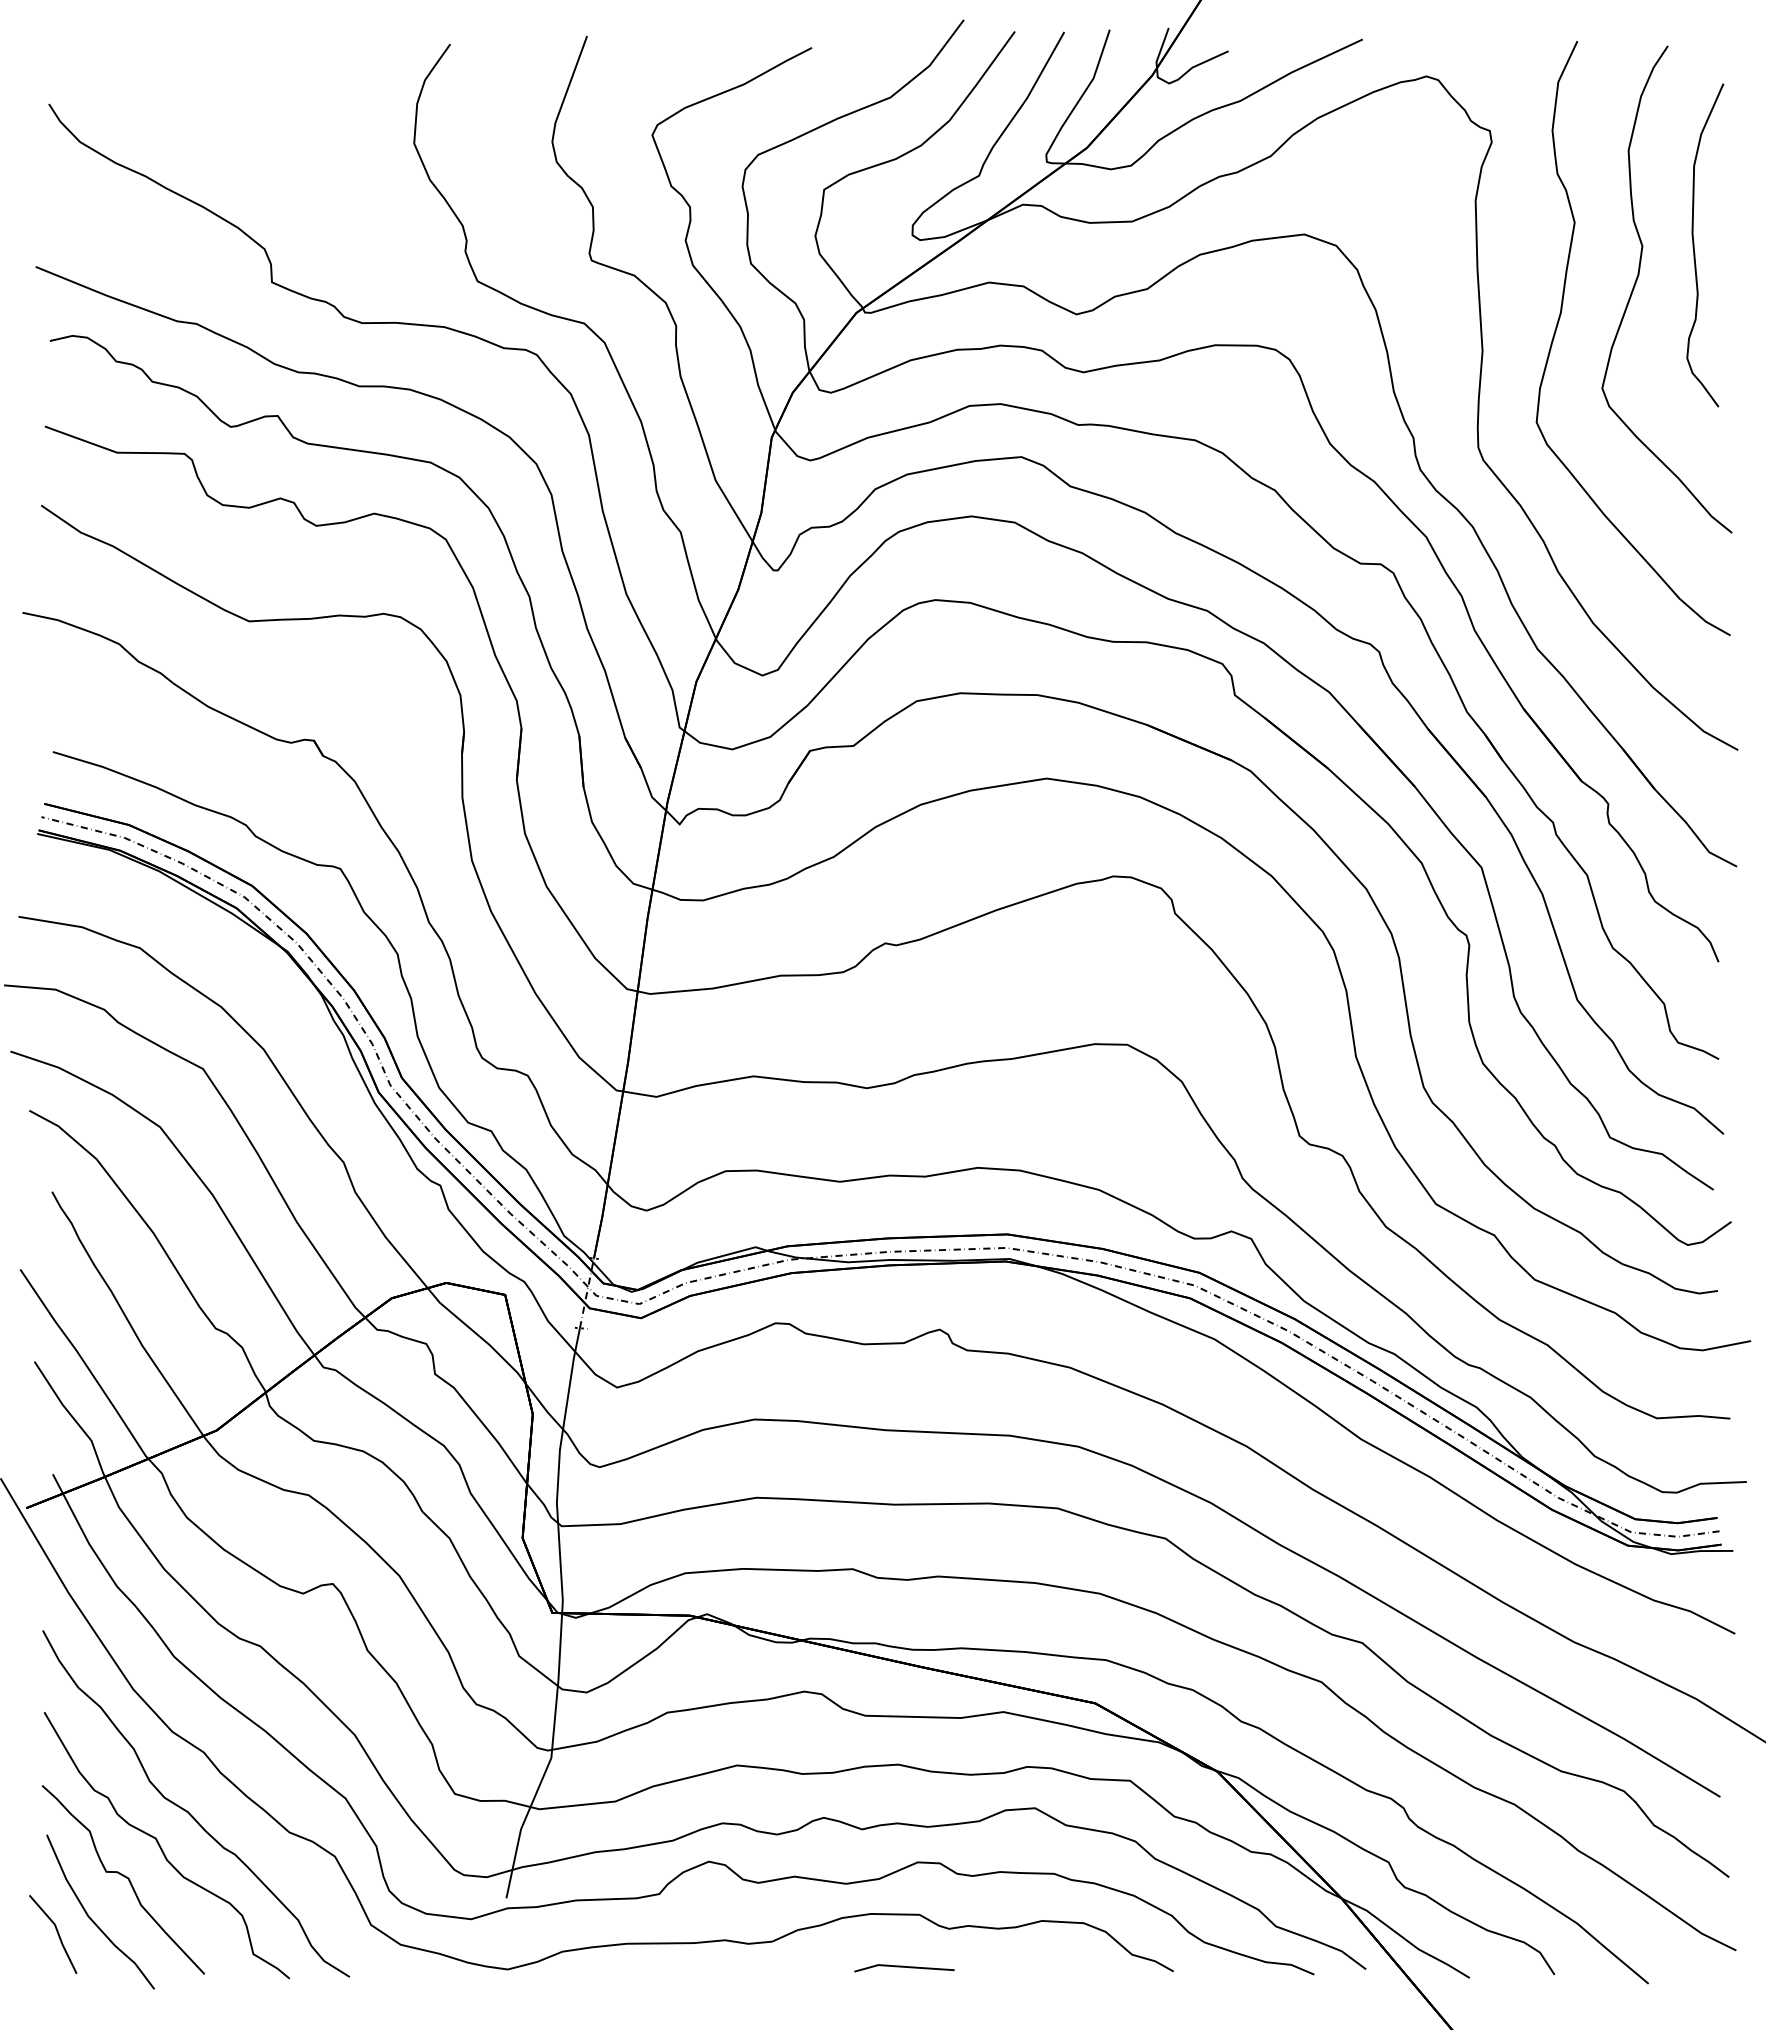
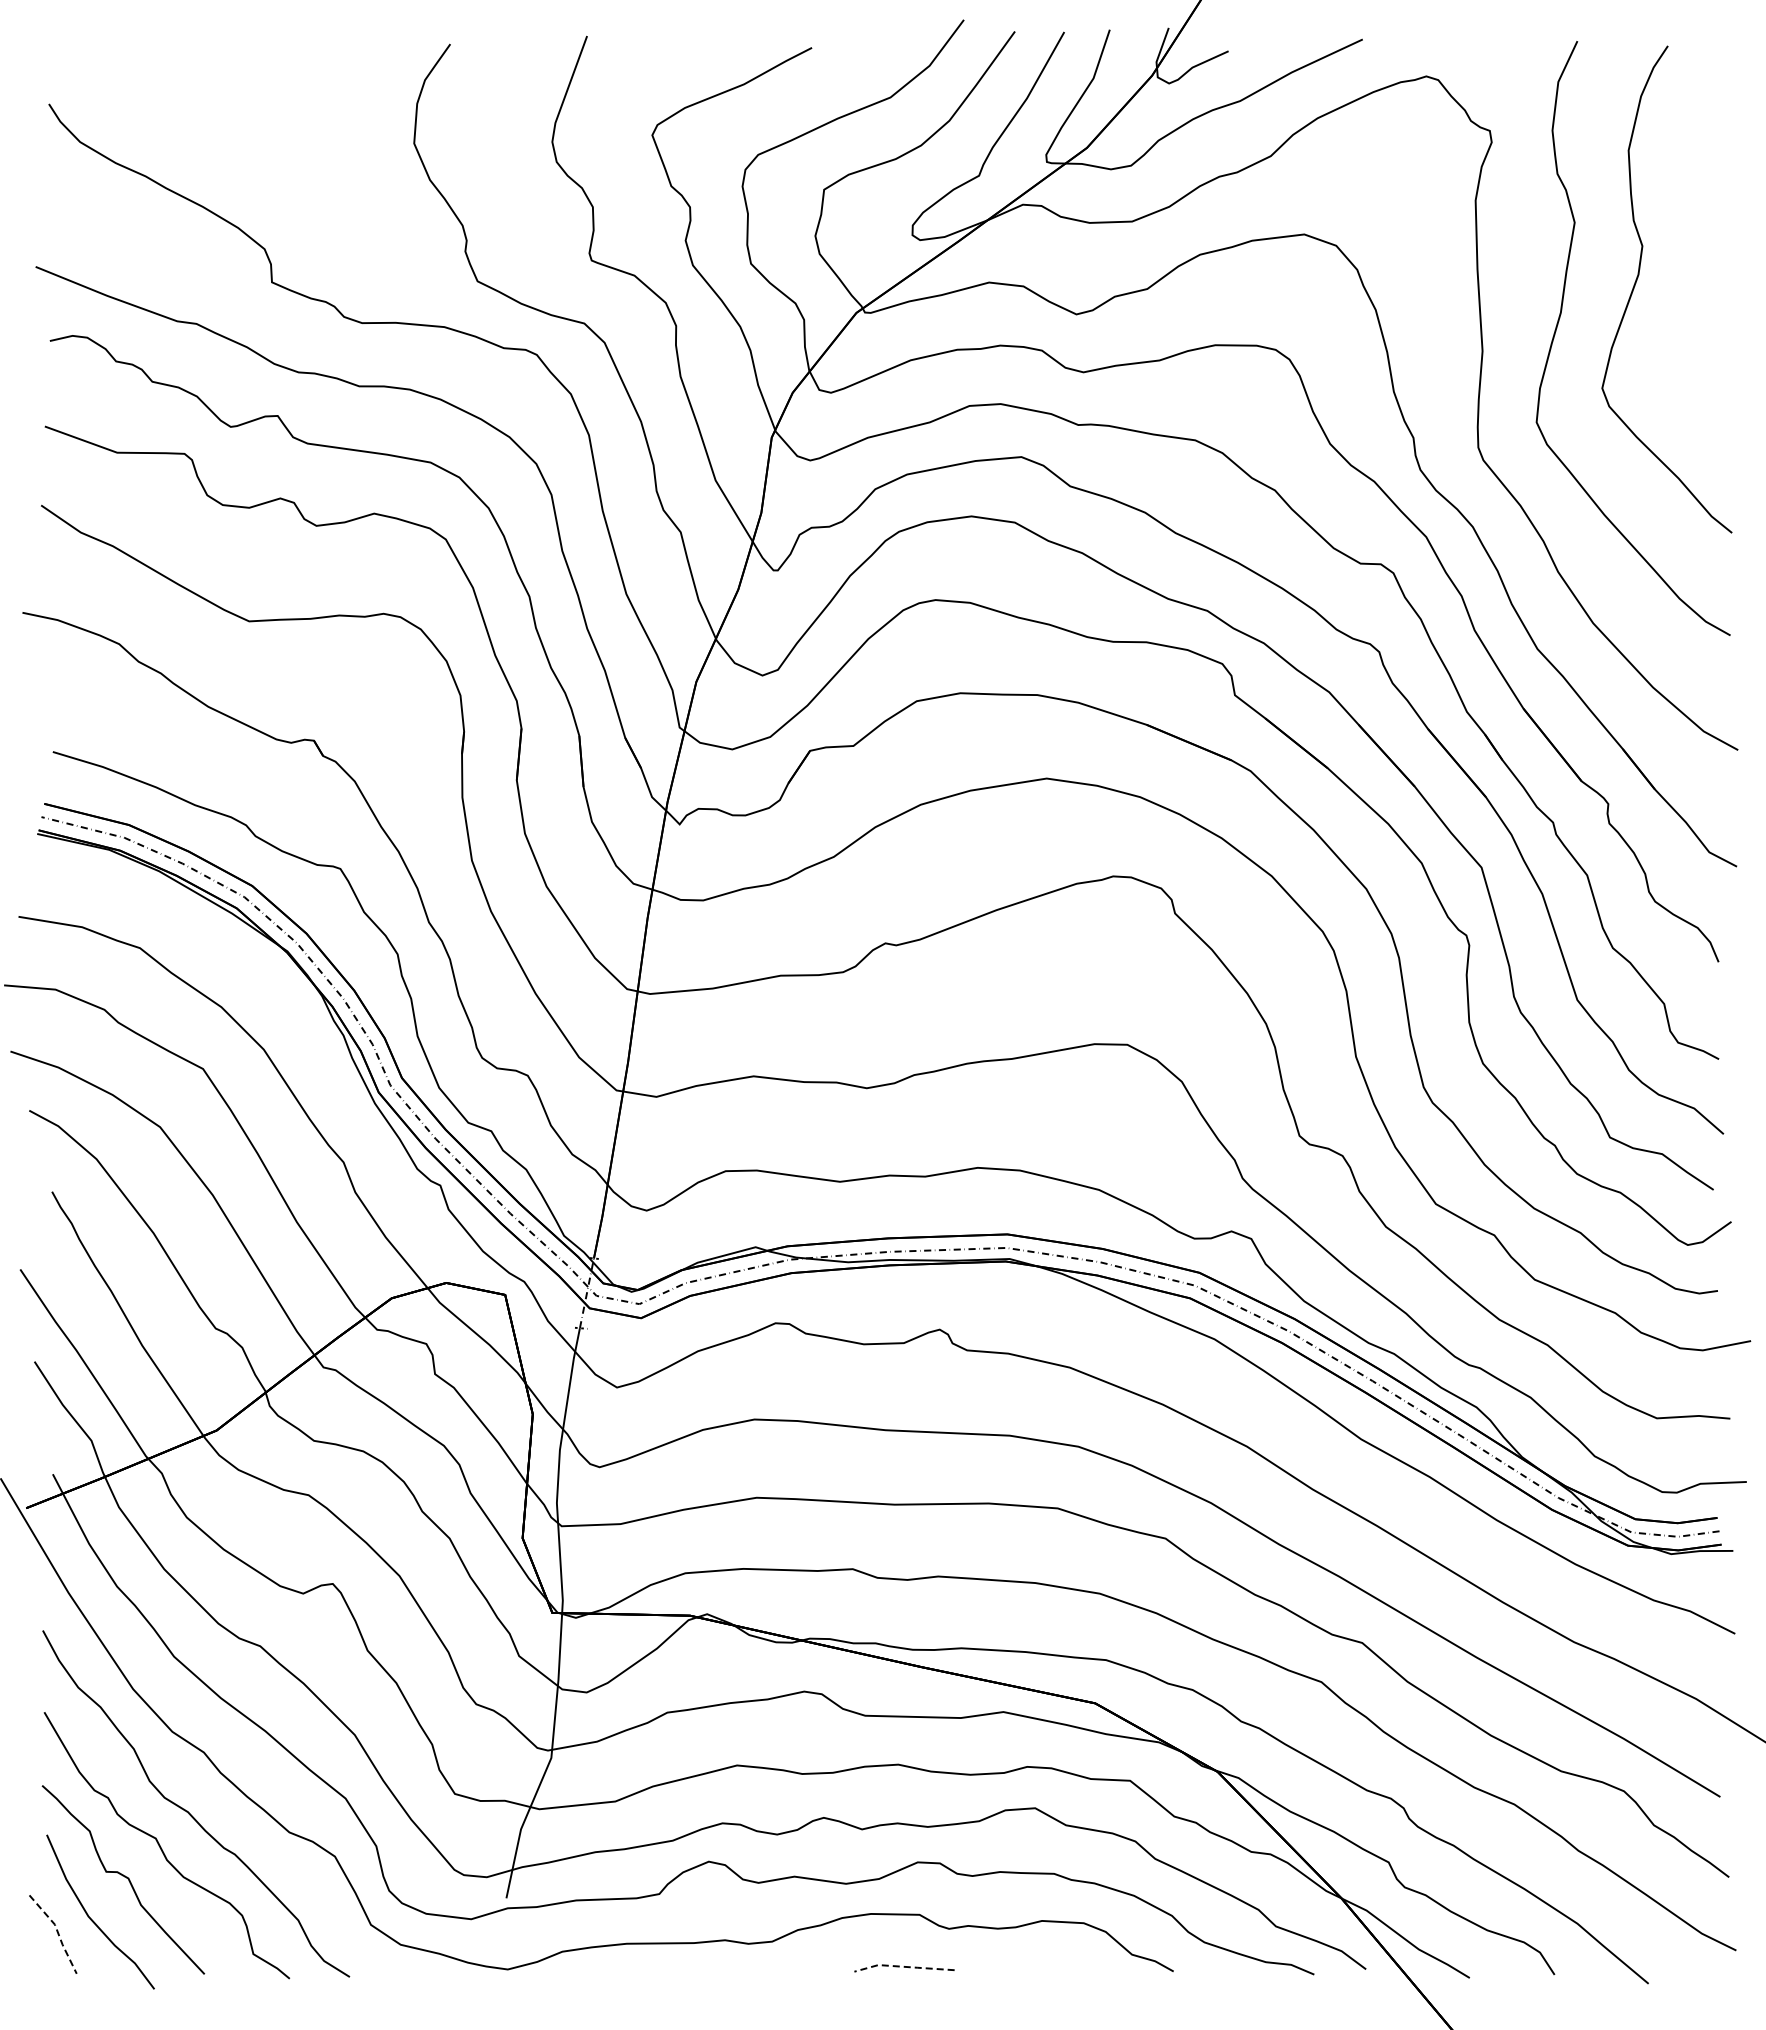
curve at (1694, 245): present -> none
line at (57, 1931): solid -> dashed
line at (904, 1966): solid -> dashed
